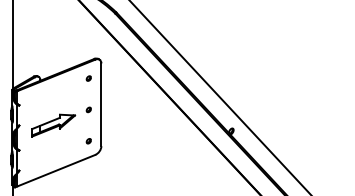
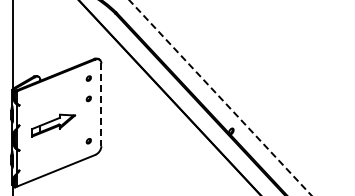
line at (220, 97): solid -> dashed
line at (101, 105): solid -> dashed
part at (88, 109) position: (88, 109) -> (88, 98)
